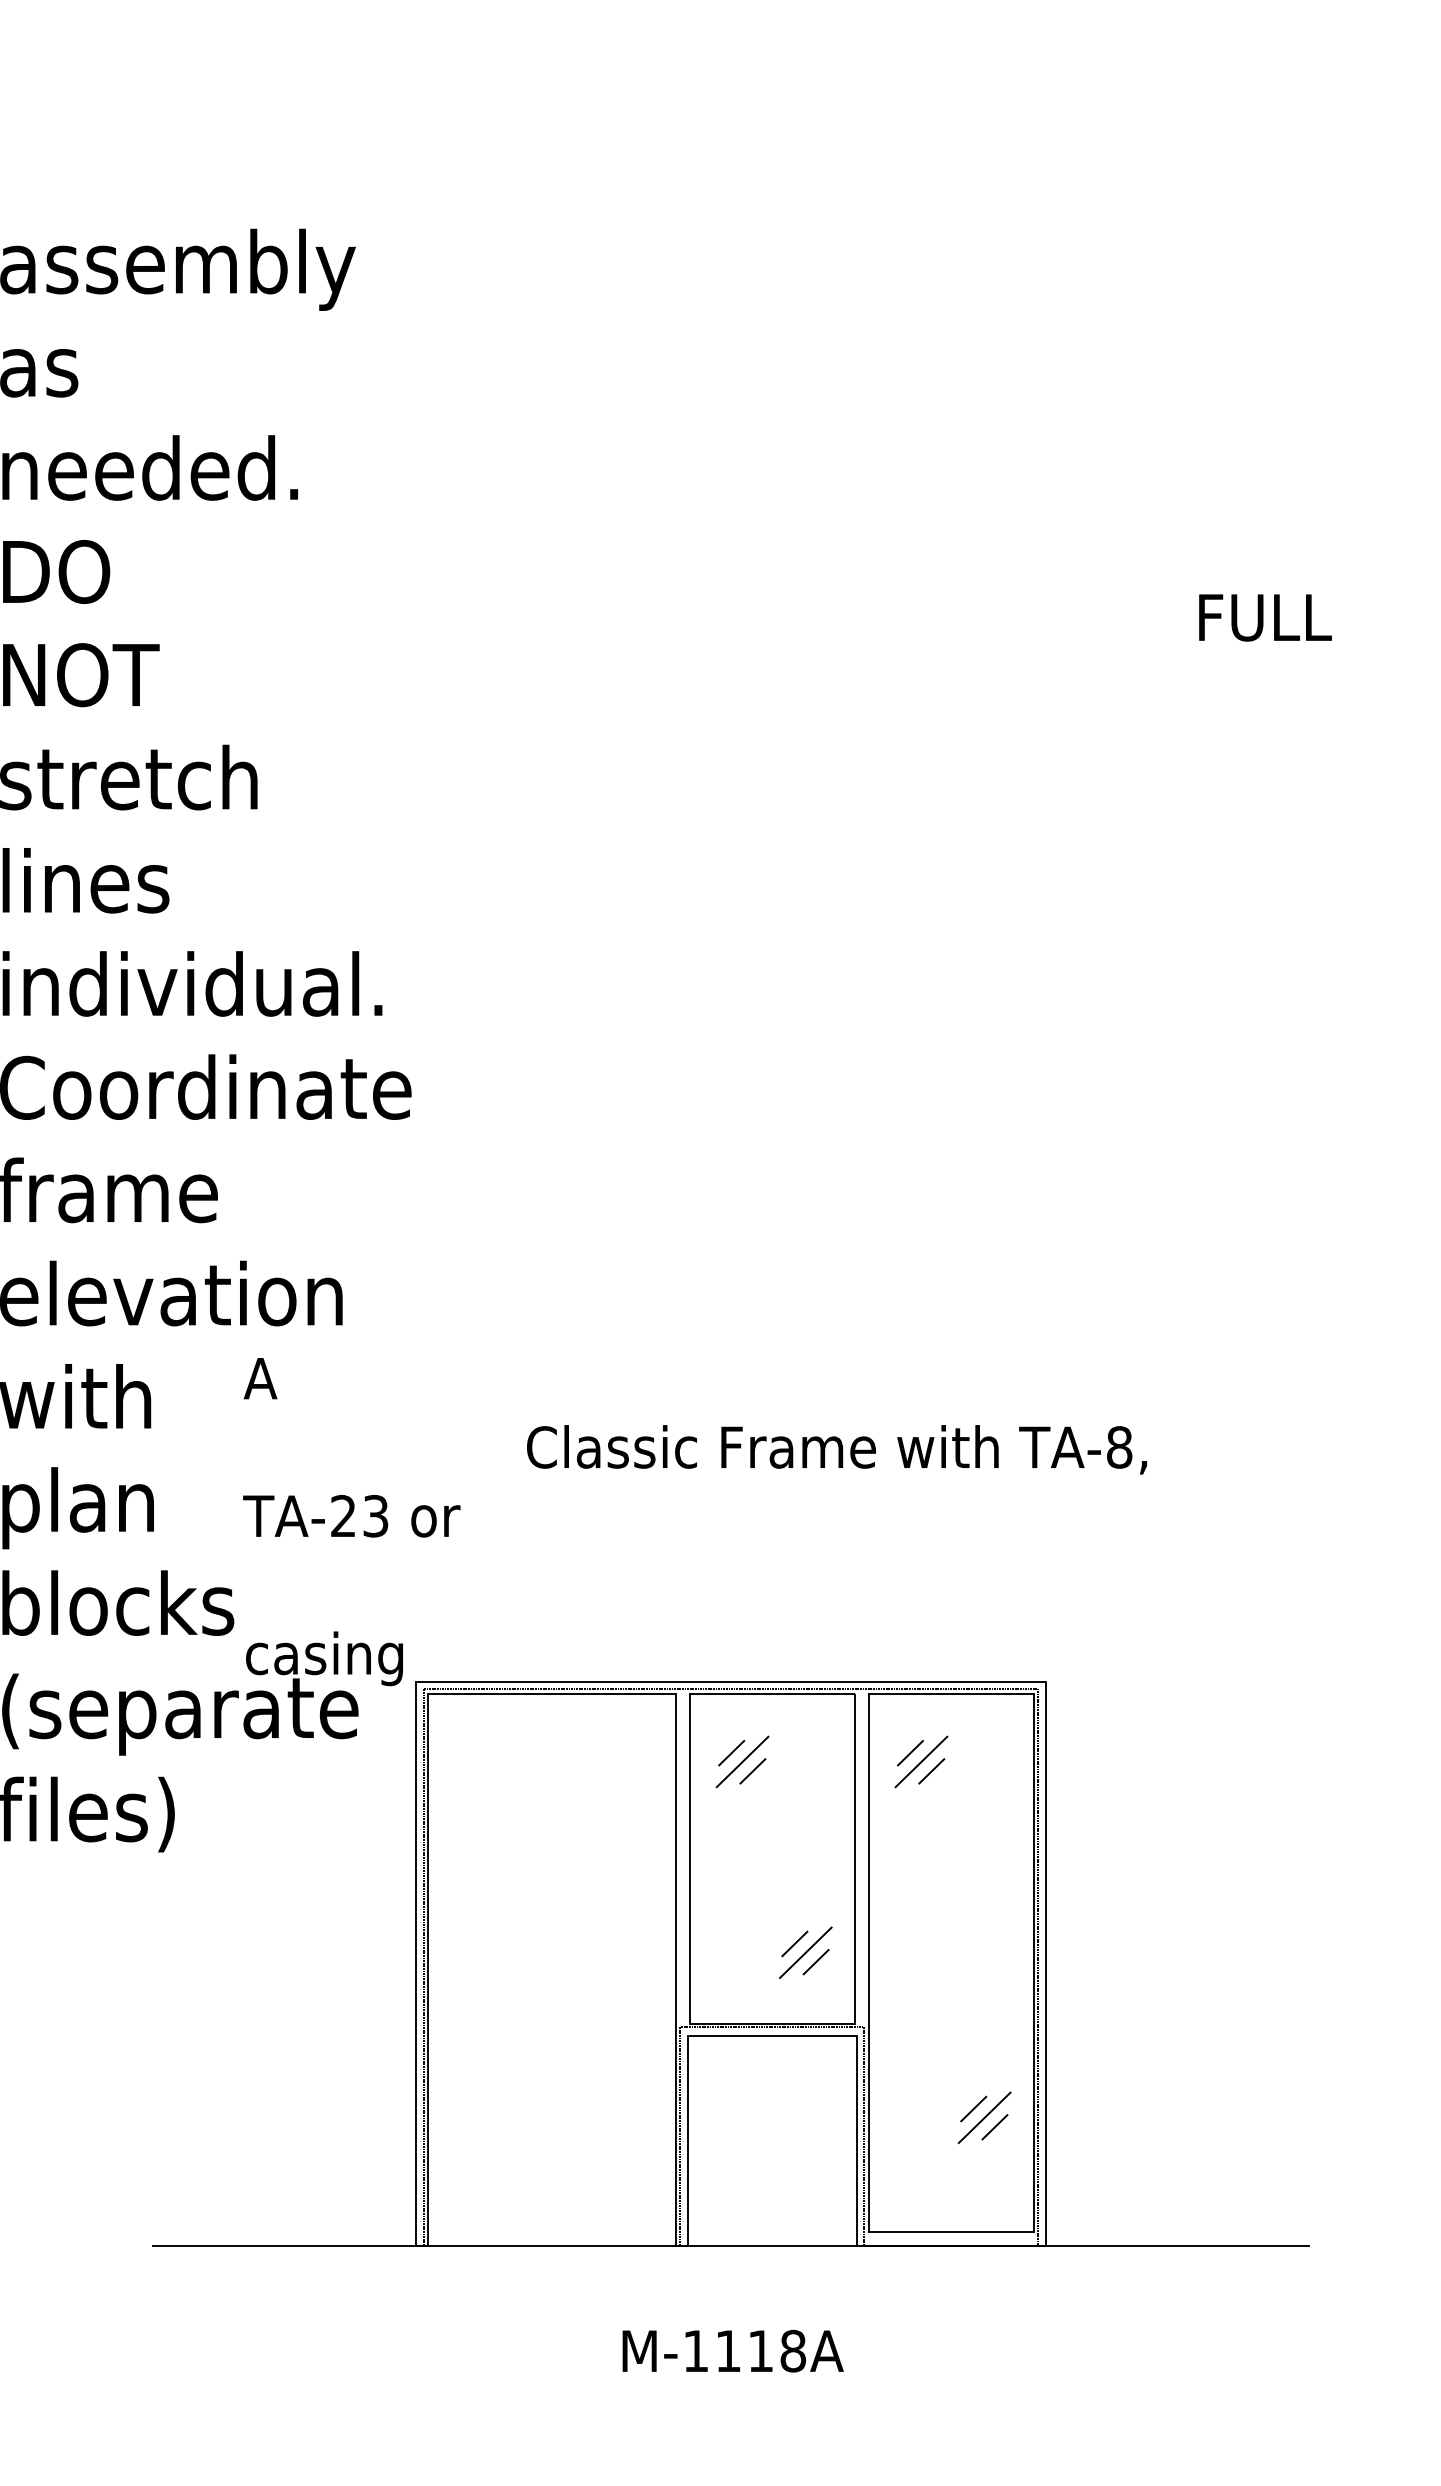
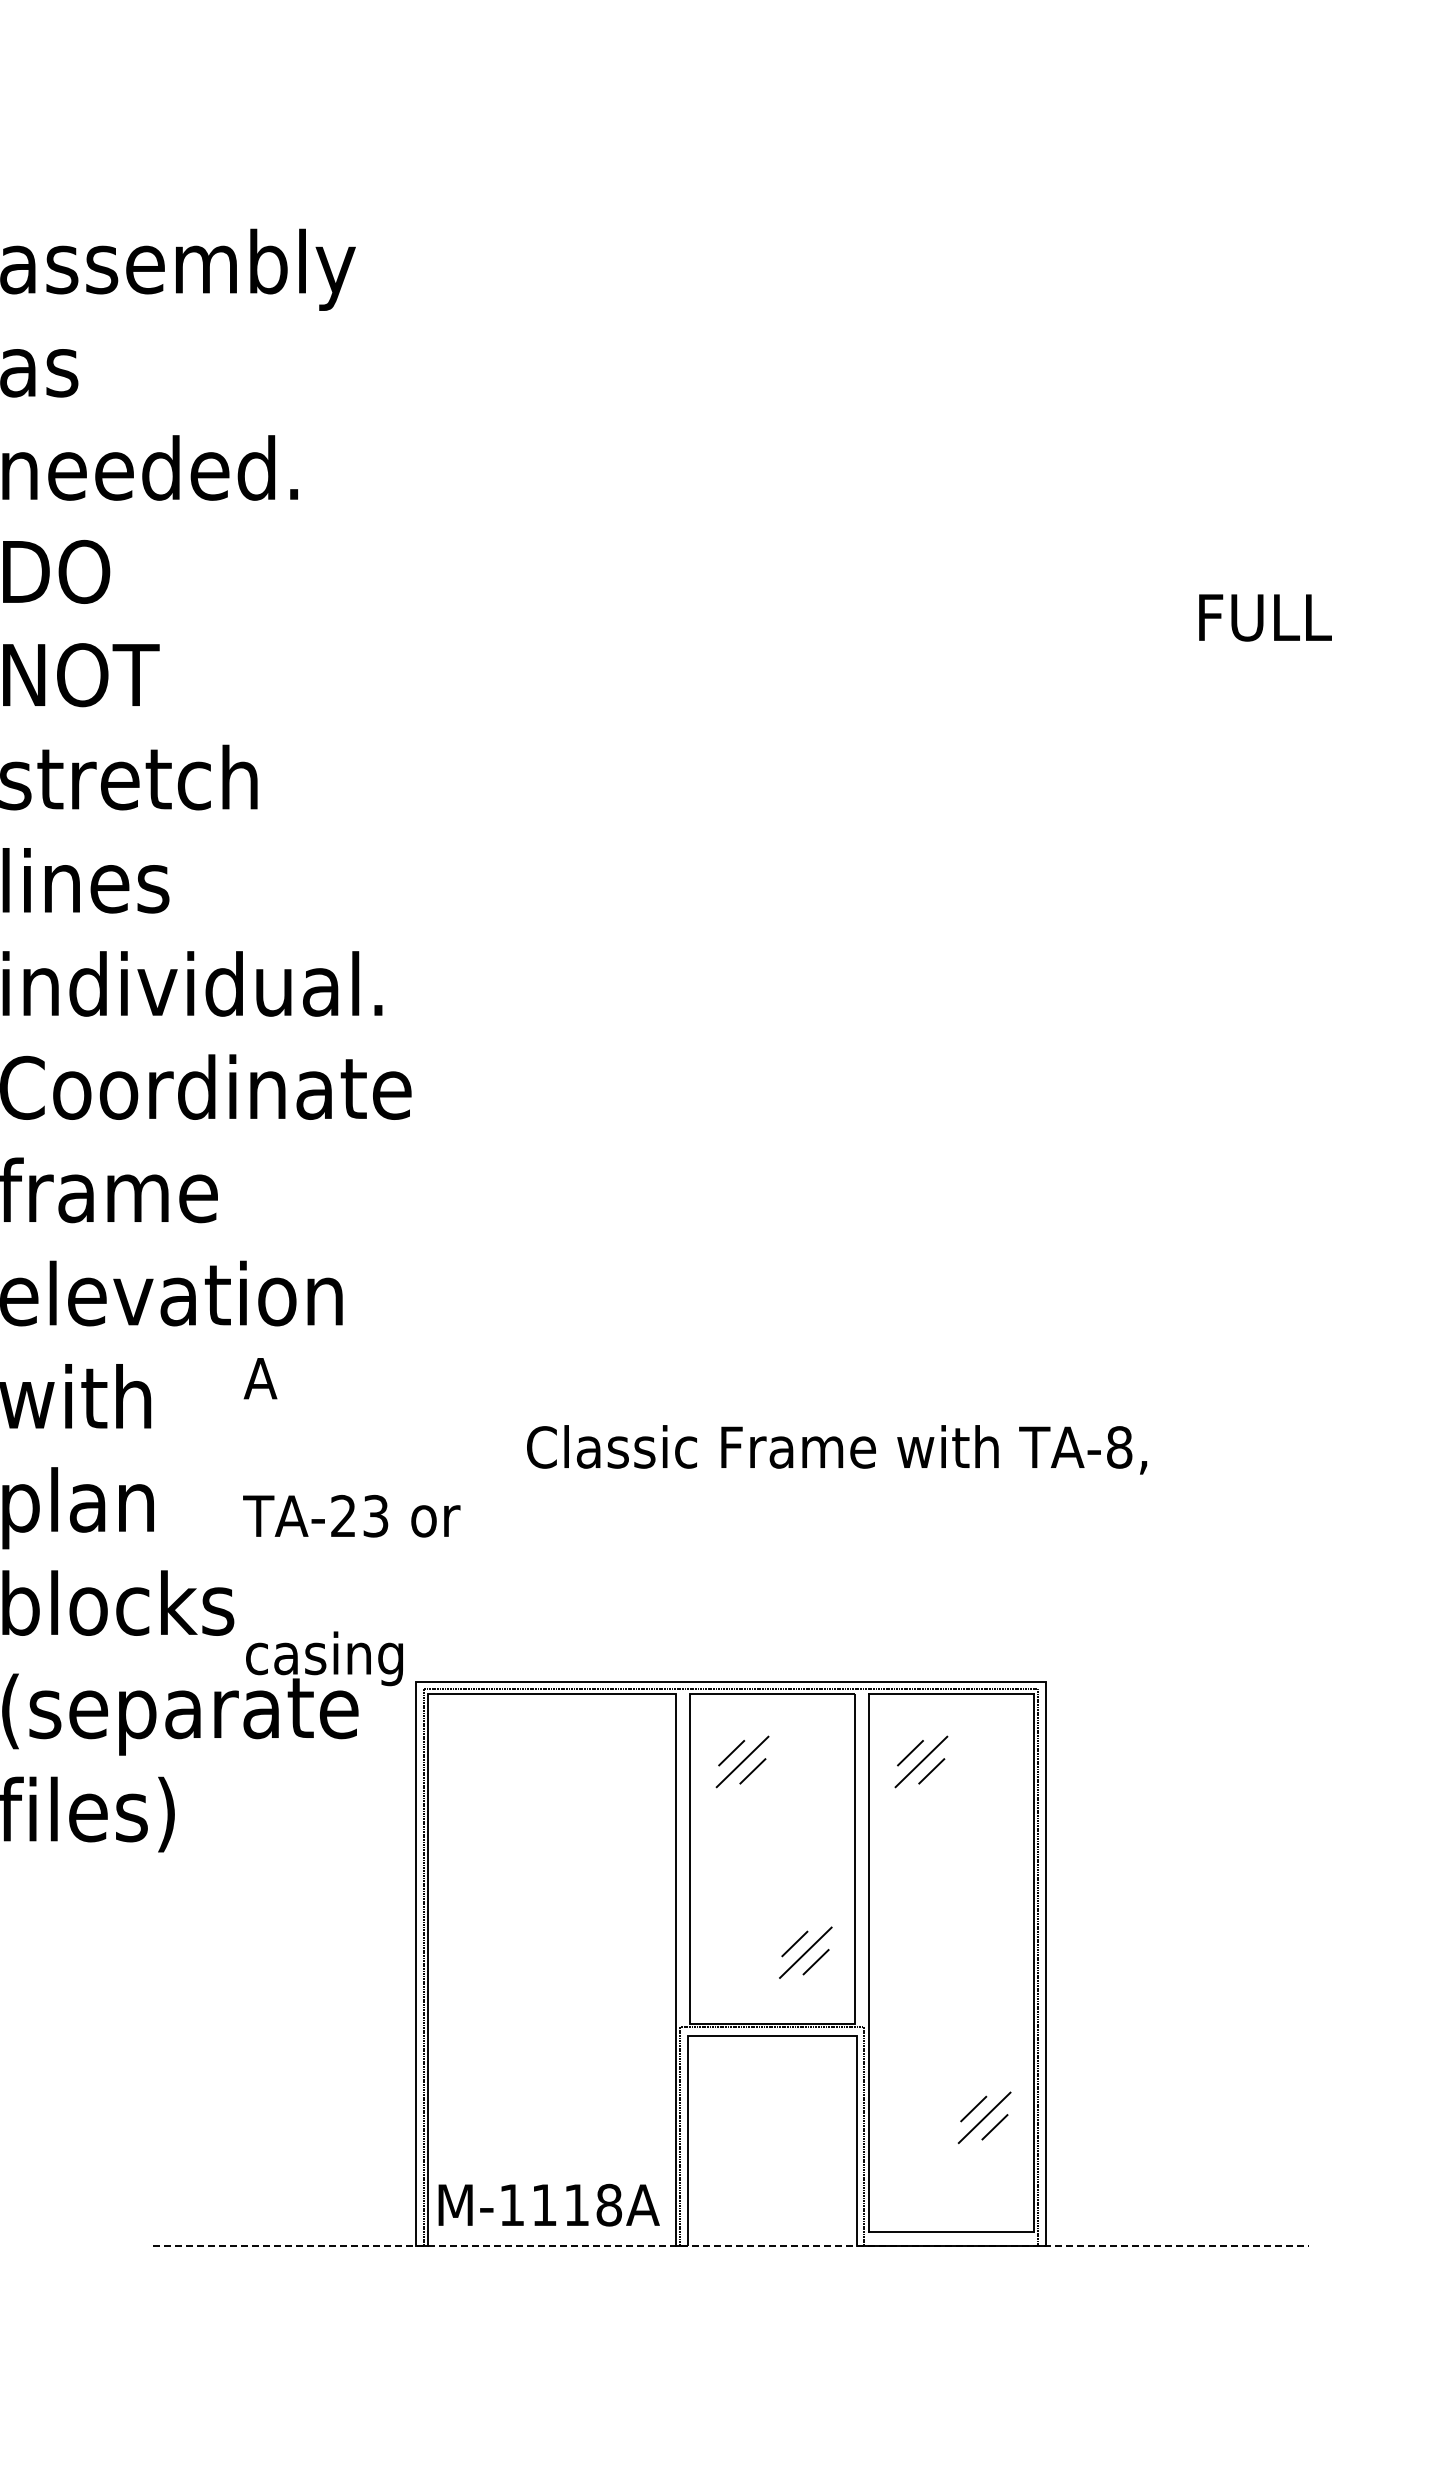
line at (731, 2245): solid -> dashed
text at (732, 2350) position: (732, 2350) -> (548, 2204)
